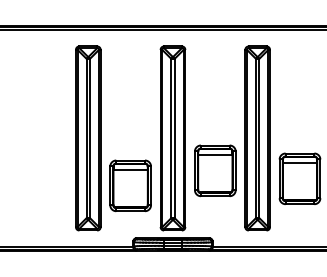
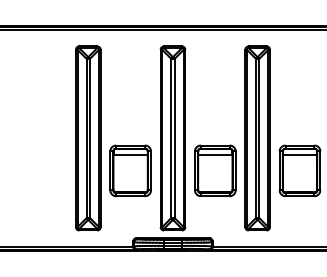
part at (299, 178) position: (299, 178) -> (299, 170)
part at (130, 185) position: (130, 185) -> (130, 170)
